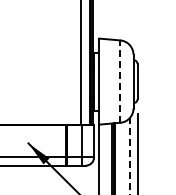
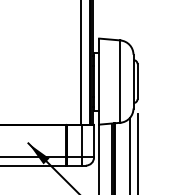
line at (120, 81): dashed -> solid
line at (129, 155): dashed -> solid
